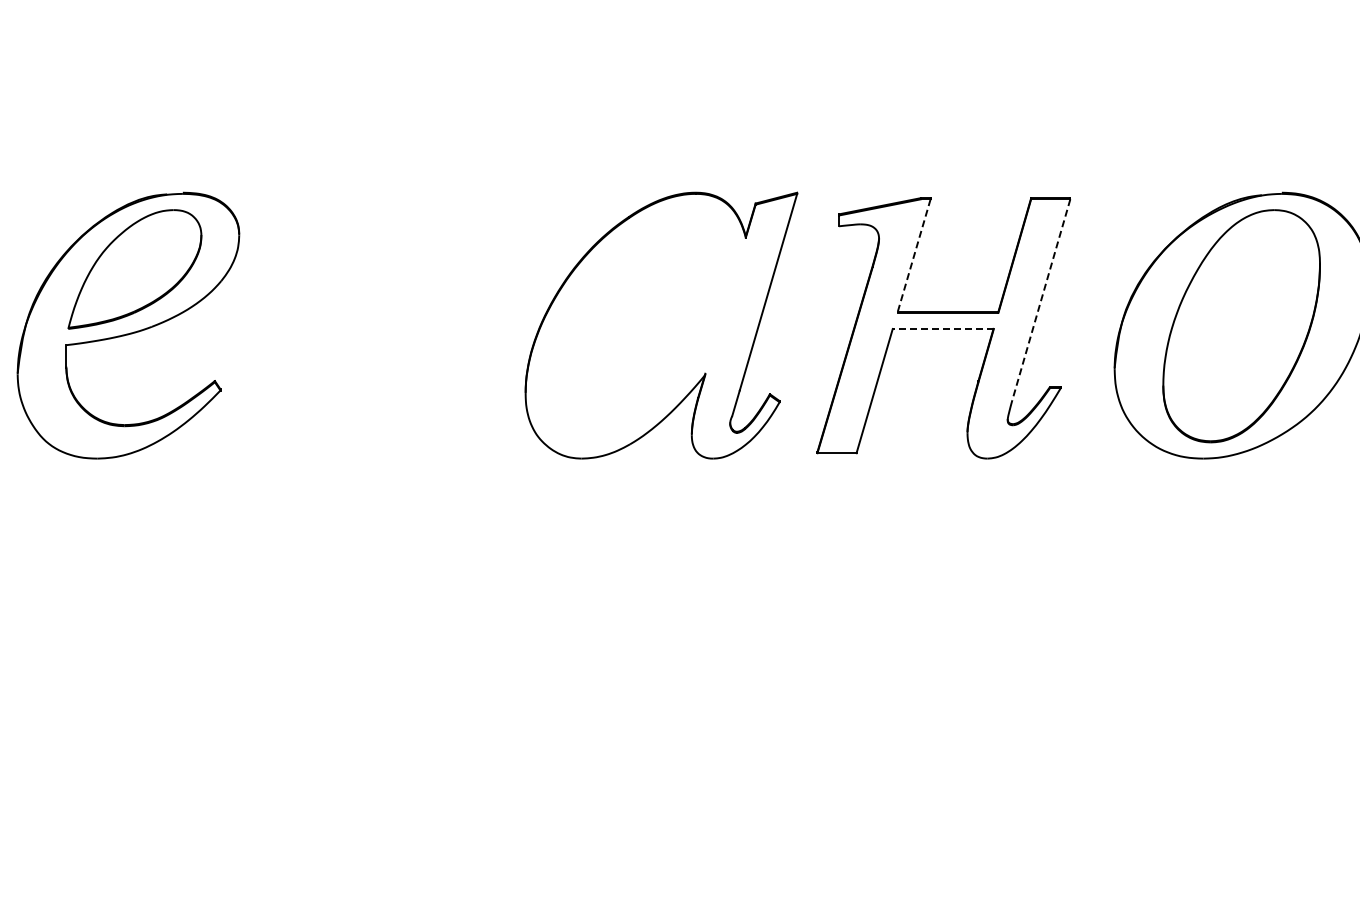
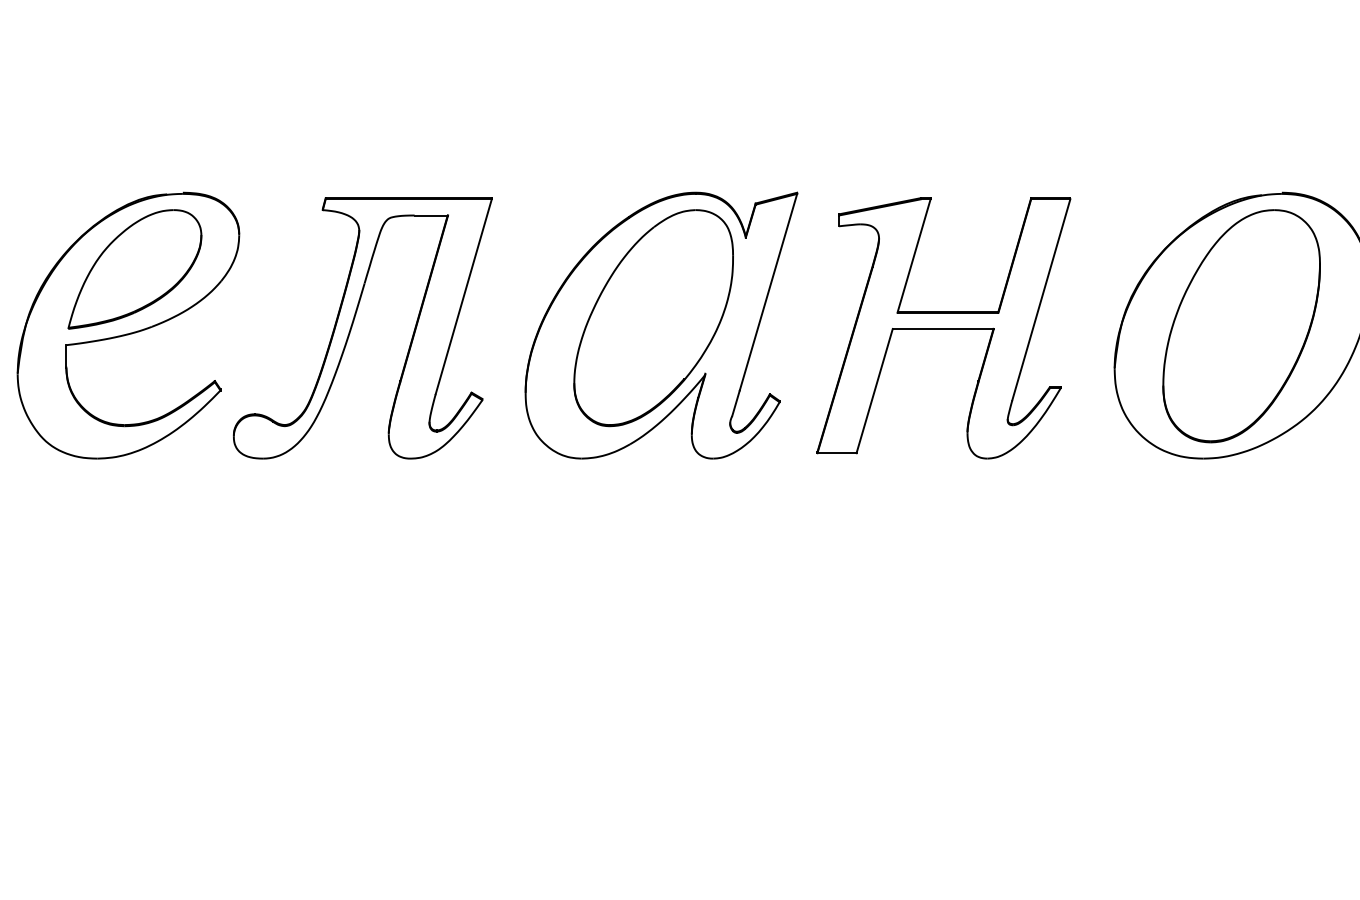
line at (913, 256): dashed -> solid
line at (1041, 299): dashed -> solid
part at (653, 318): none -> present
part at (353, 324): none -> present
line at (943, 328): dashed -> solid
